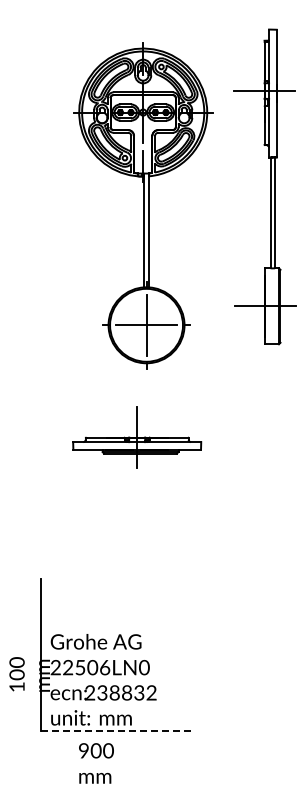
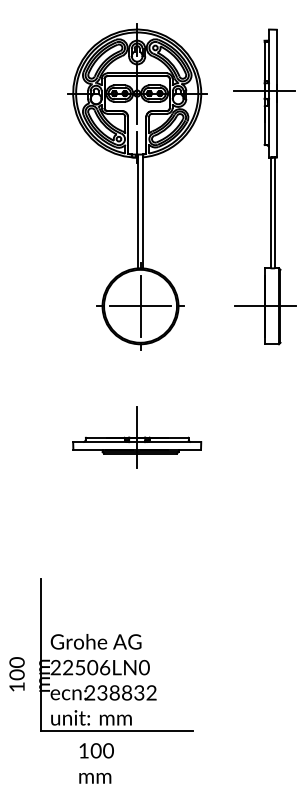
part at (143, 205) position: (143, 205) -> (137, 186)
line at (116, 730): dashed -> solid
text at (83, 750): 900 -> 100
